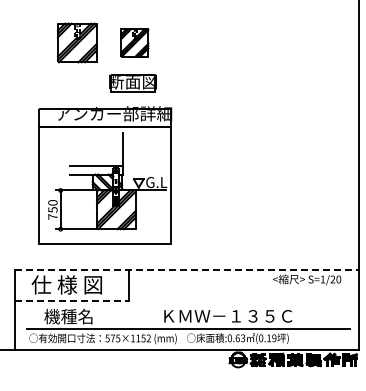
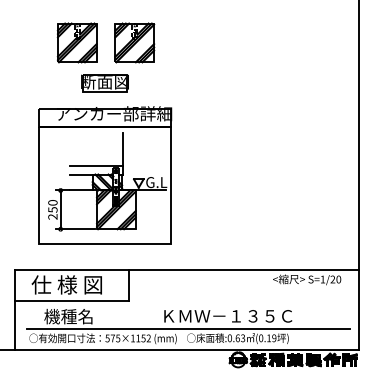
part at (134, 42) size: 30x30 px -> 42x42 px
part at (132, 83) position: (132, 83) -> (104, 83)
text at (52, 216): 750 -> 250
line at (187, 269): dashed -> solid
line at (72, 300): dashed -> solid
